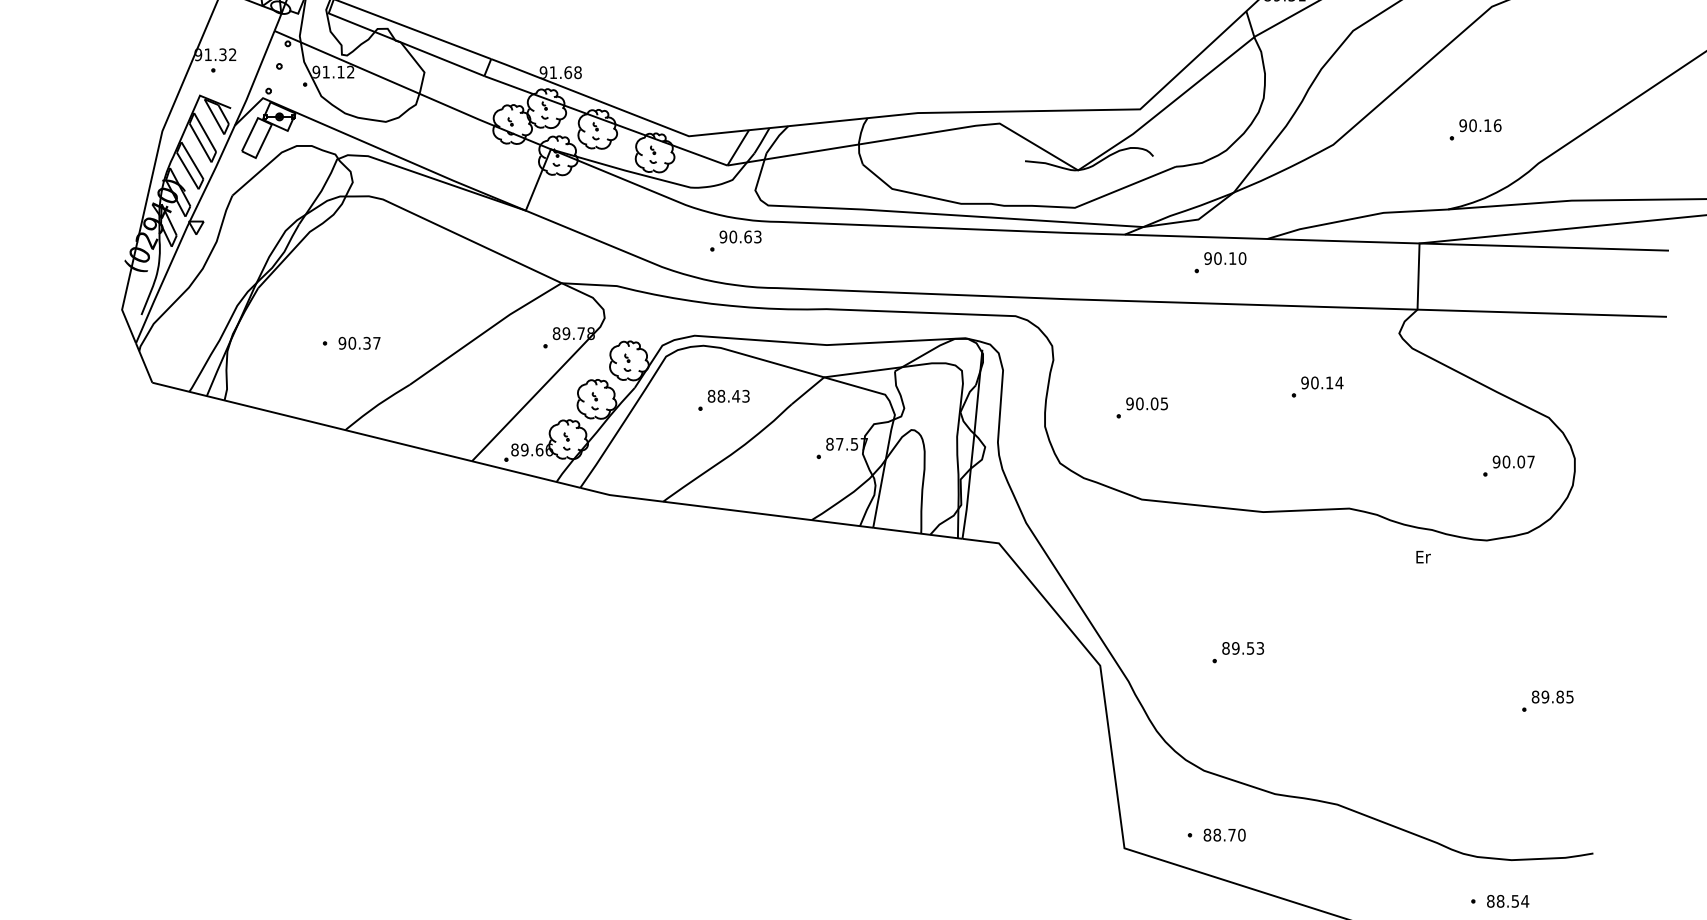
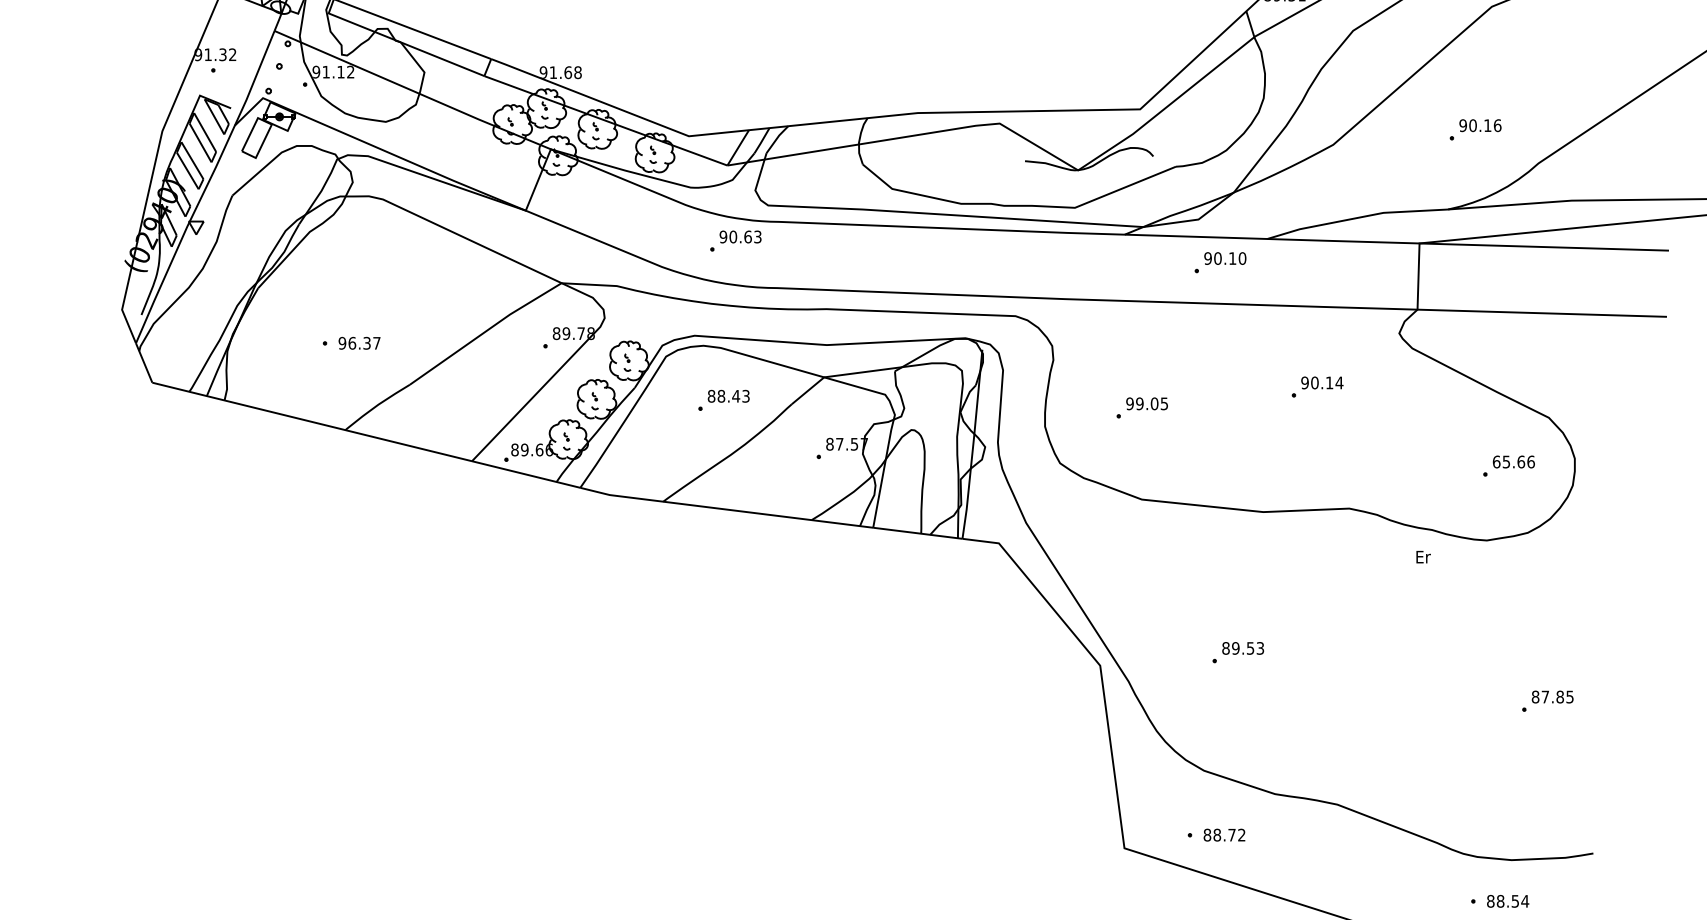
text at (352, 342): 90.37 -> 96.37
text at (1139, 403): 90.05 -> 99.05
text at (1513, 461): 90.07 -> 65.66
text at (1545, 696): 89.85 -> 87.85
text at (1241, 834): 88.70 -> 88.72
